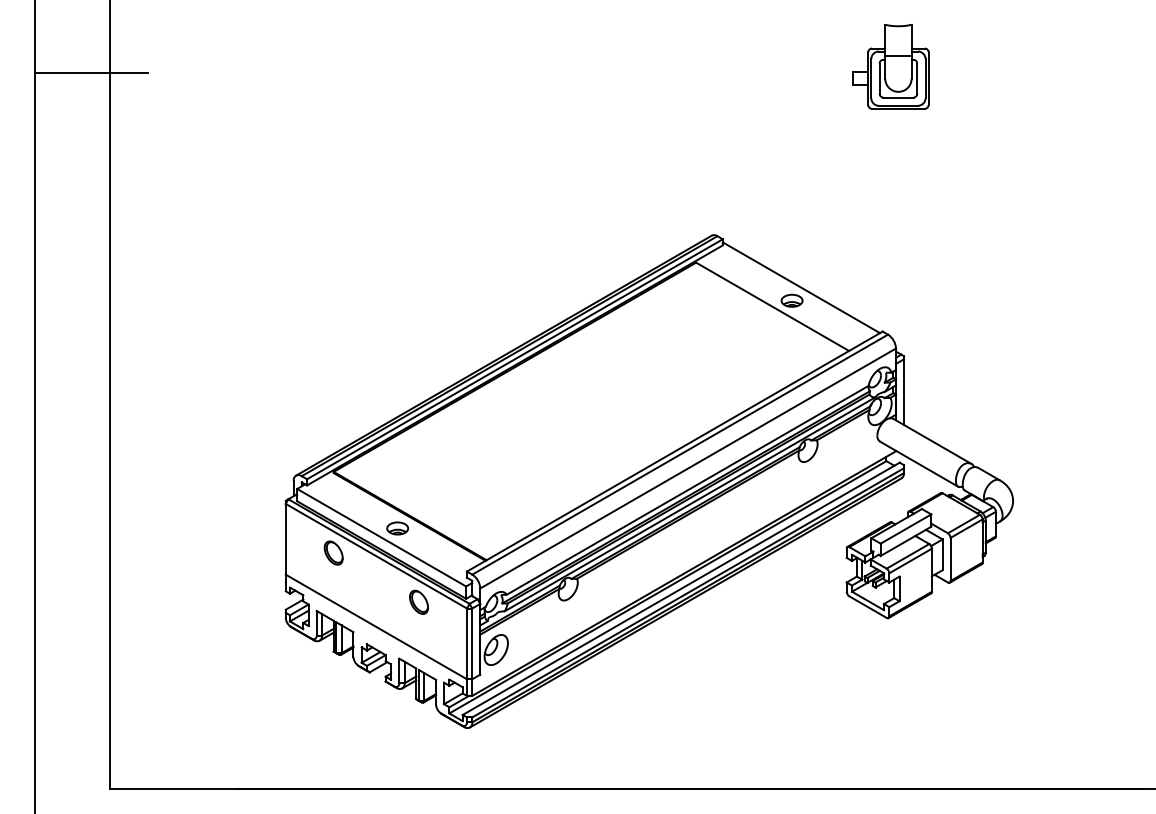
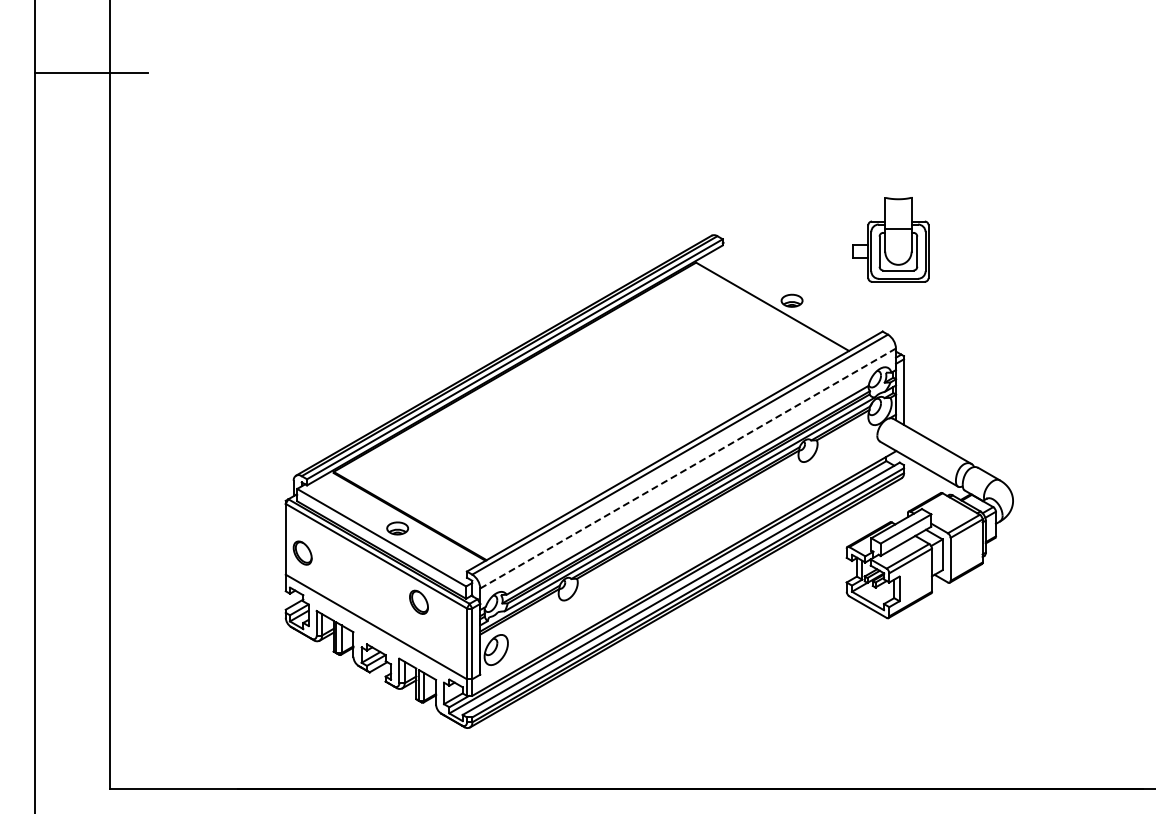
part at (890, 66) position: (890, 66) -> (890, 239)
line at (801, 287): present -> none
line at (688, 468): solid -> dashed
part at (333, 552) position: (333, 552) -> (302, 552)
